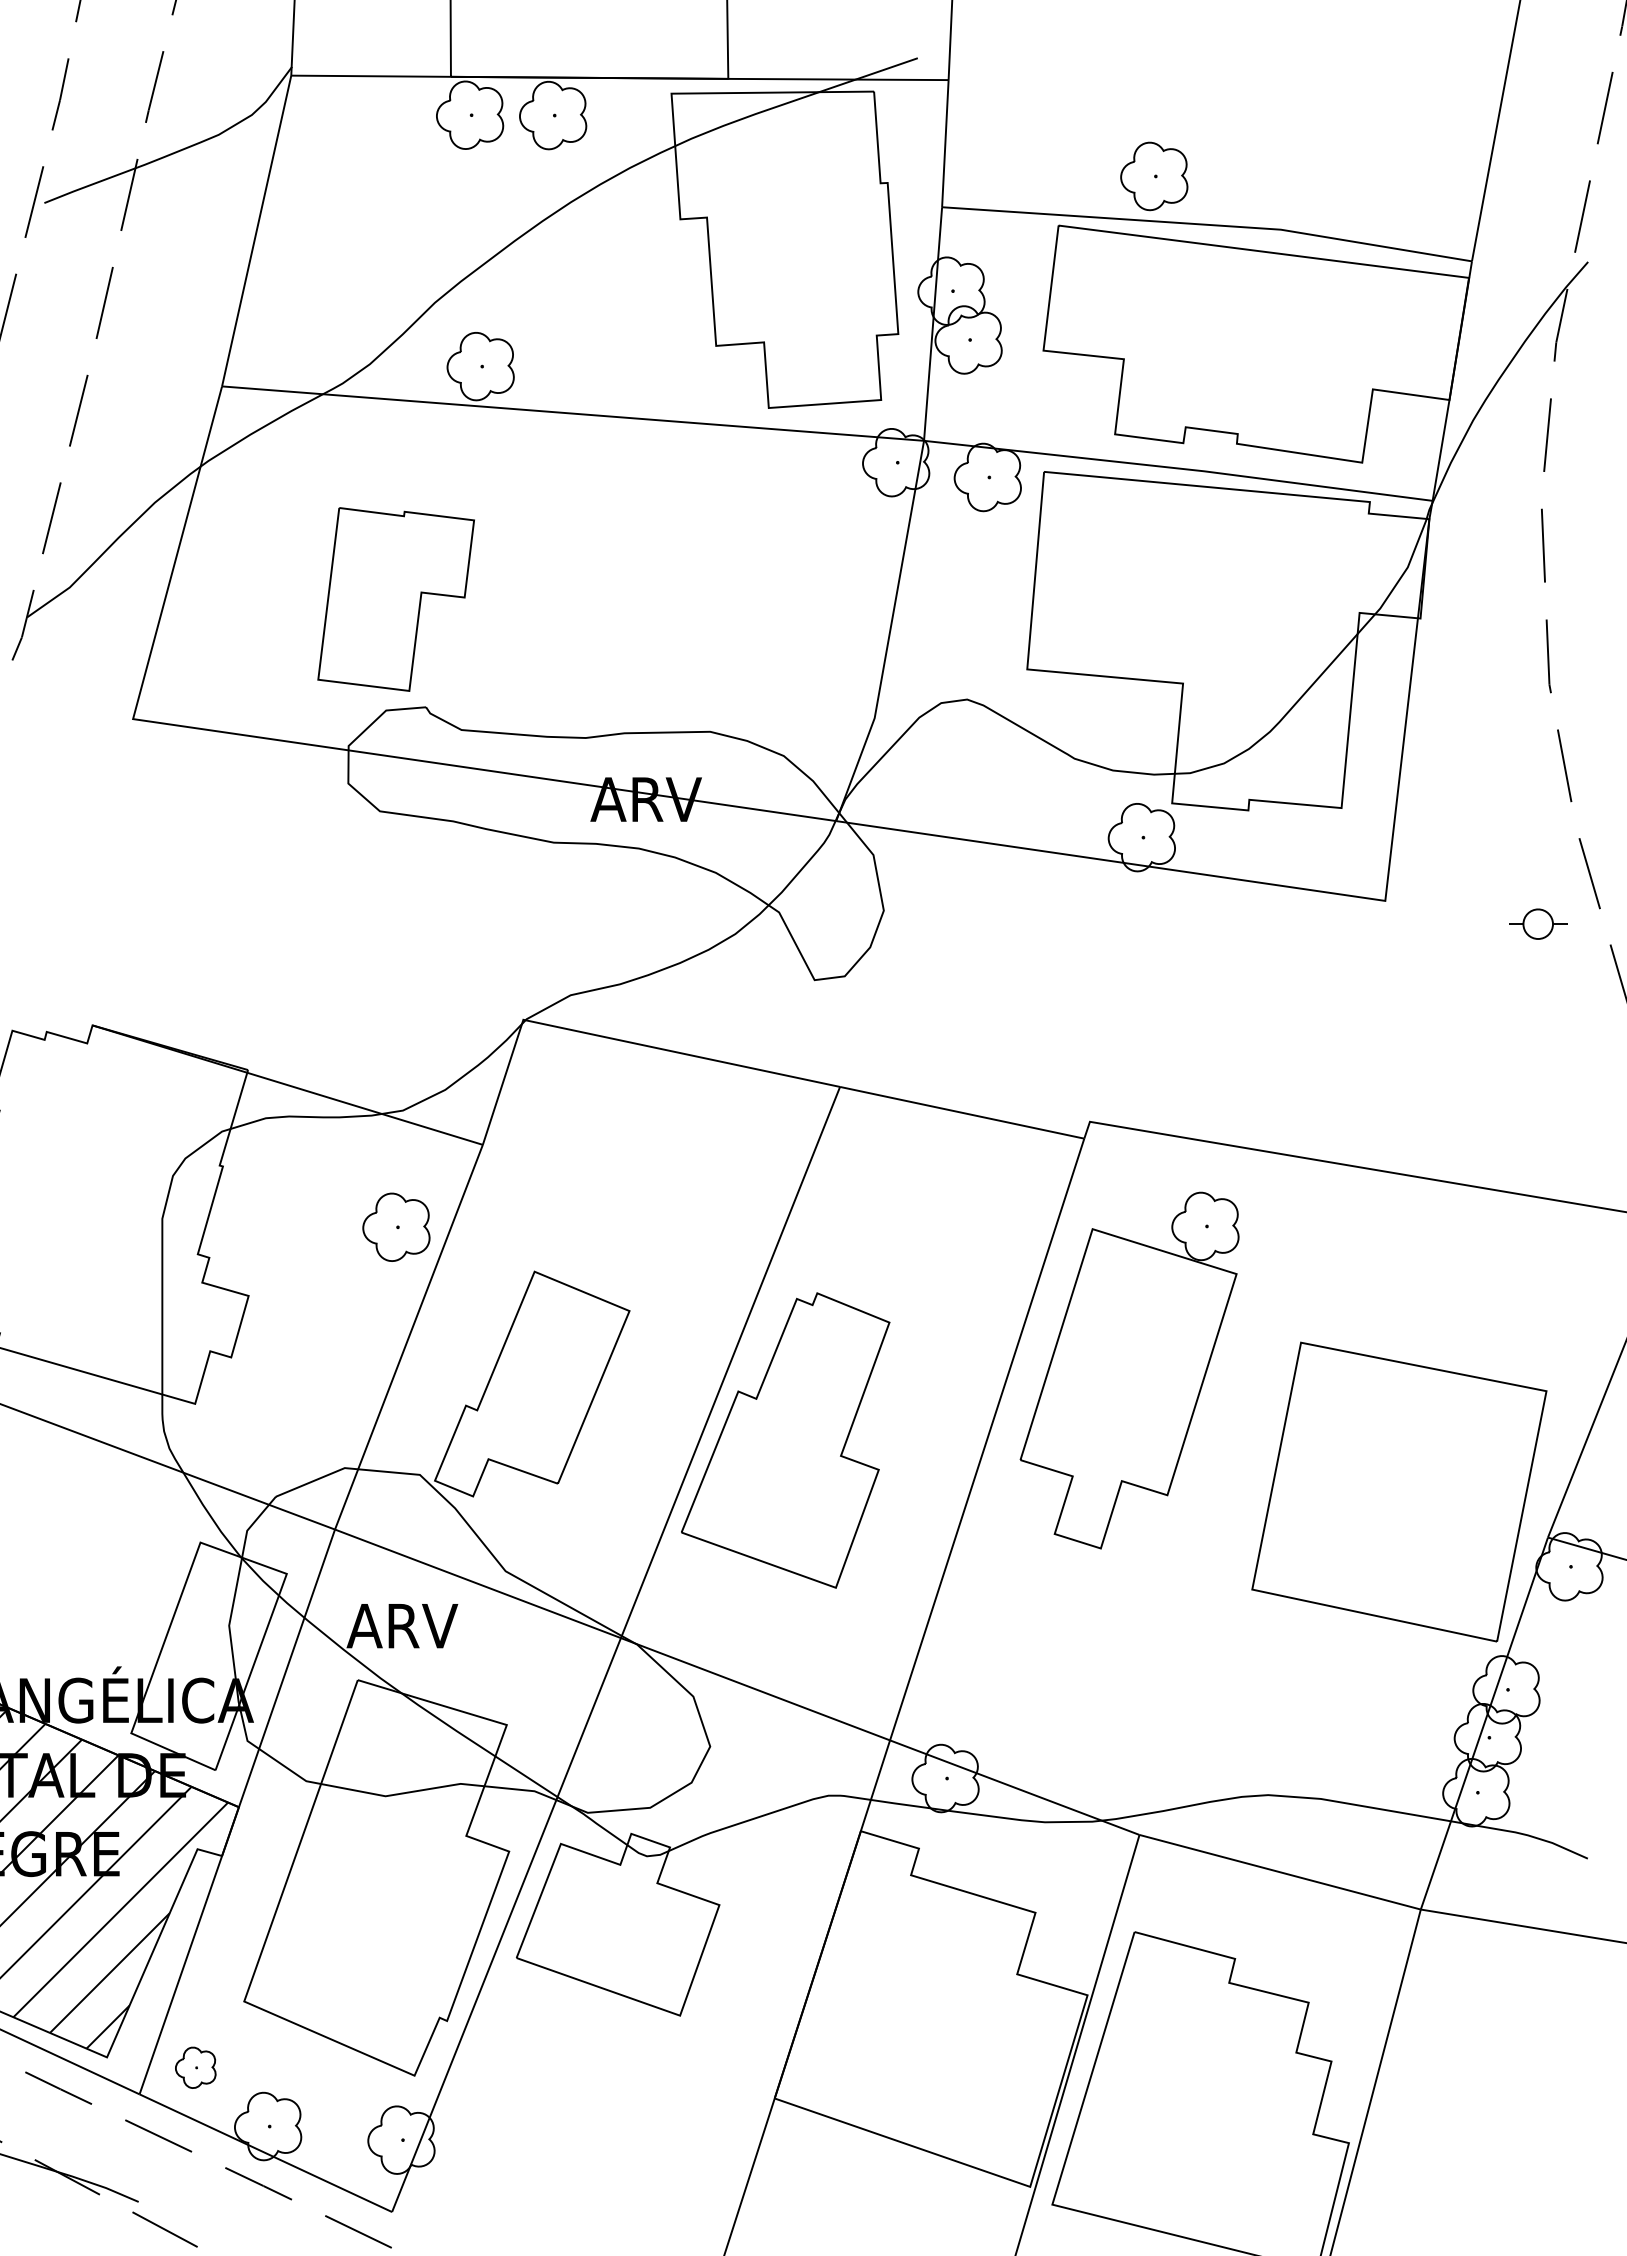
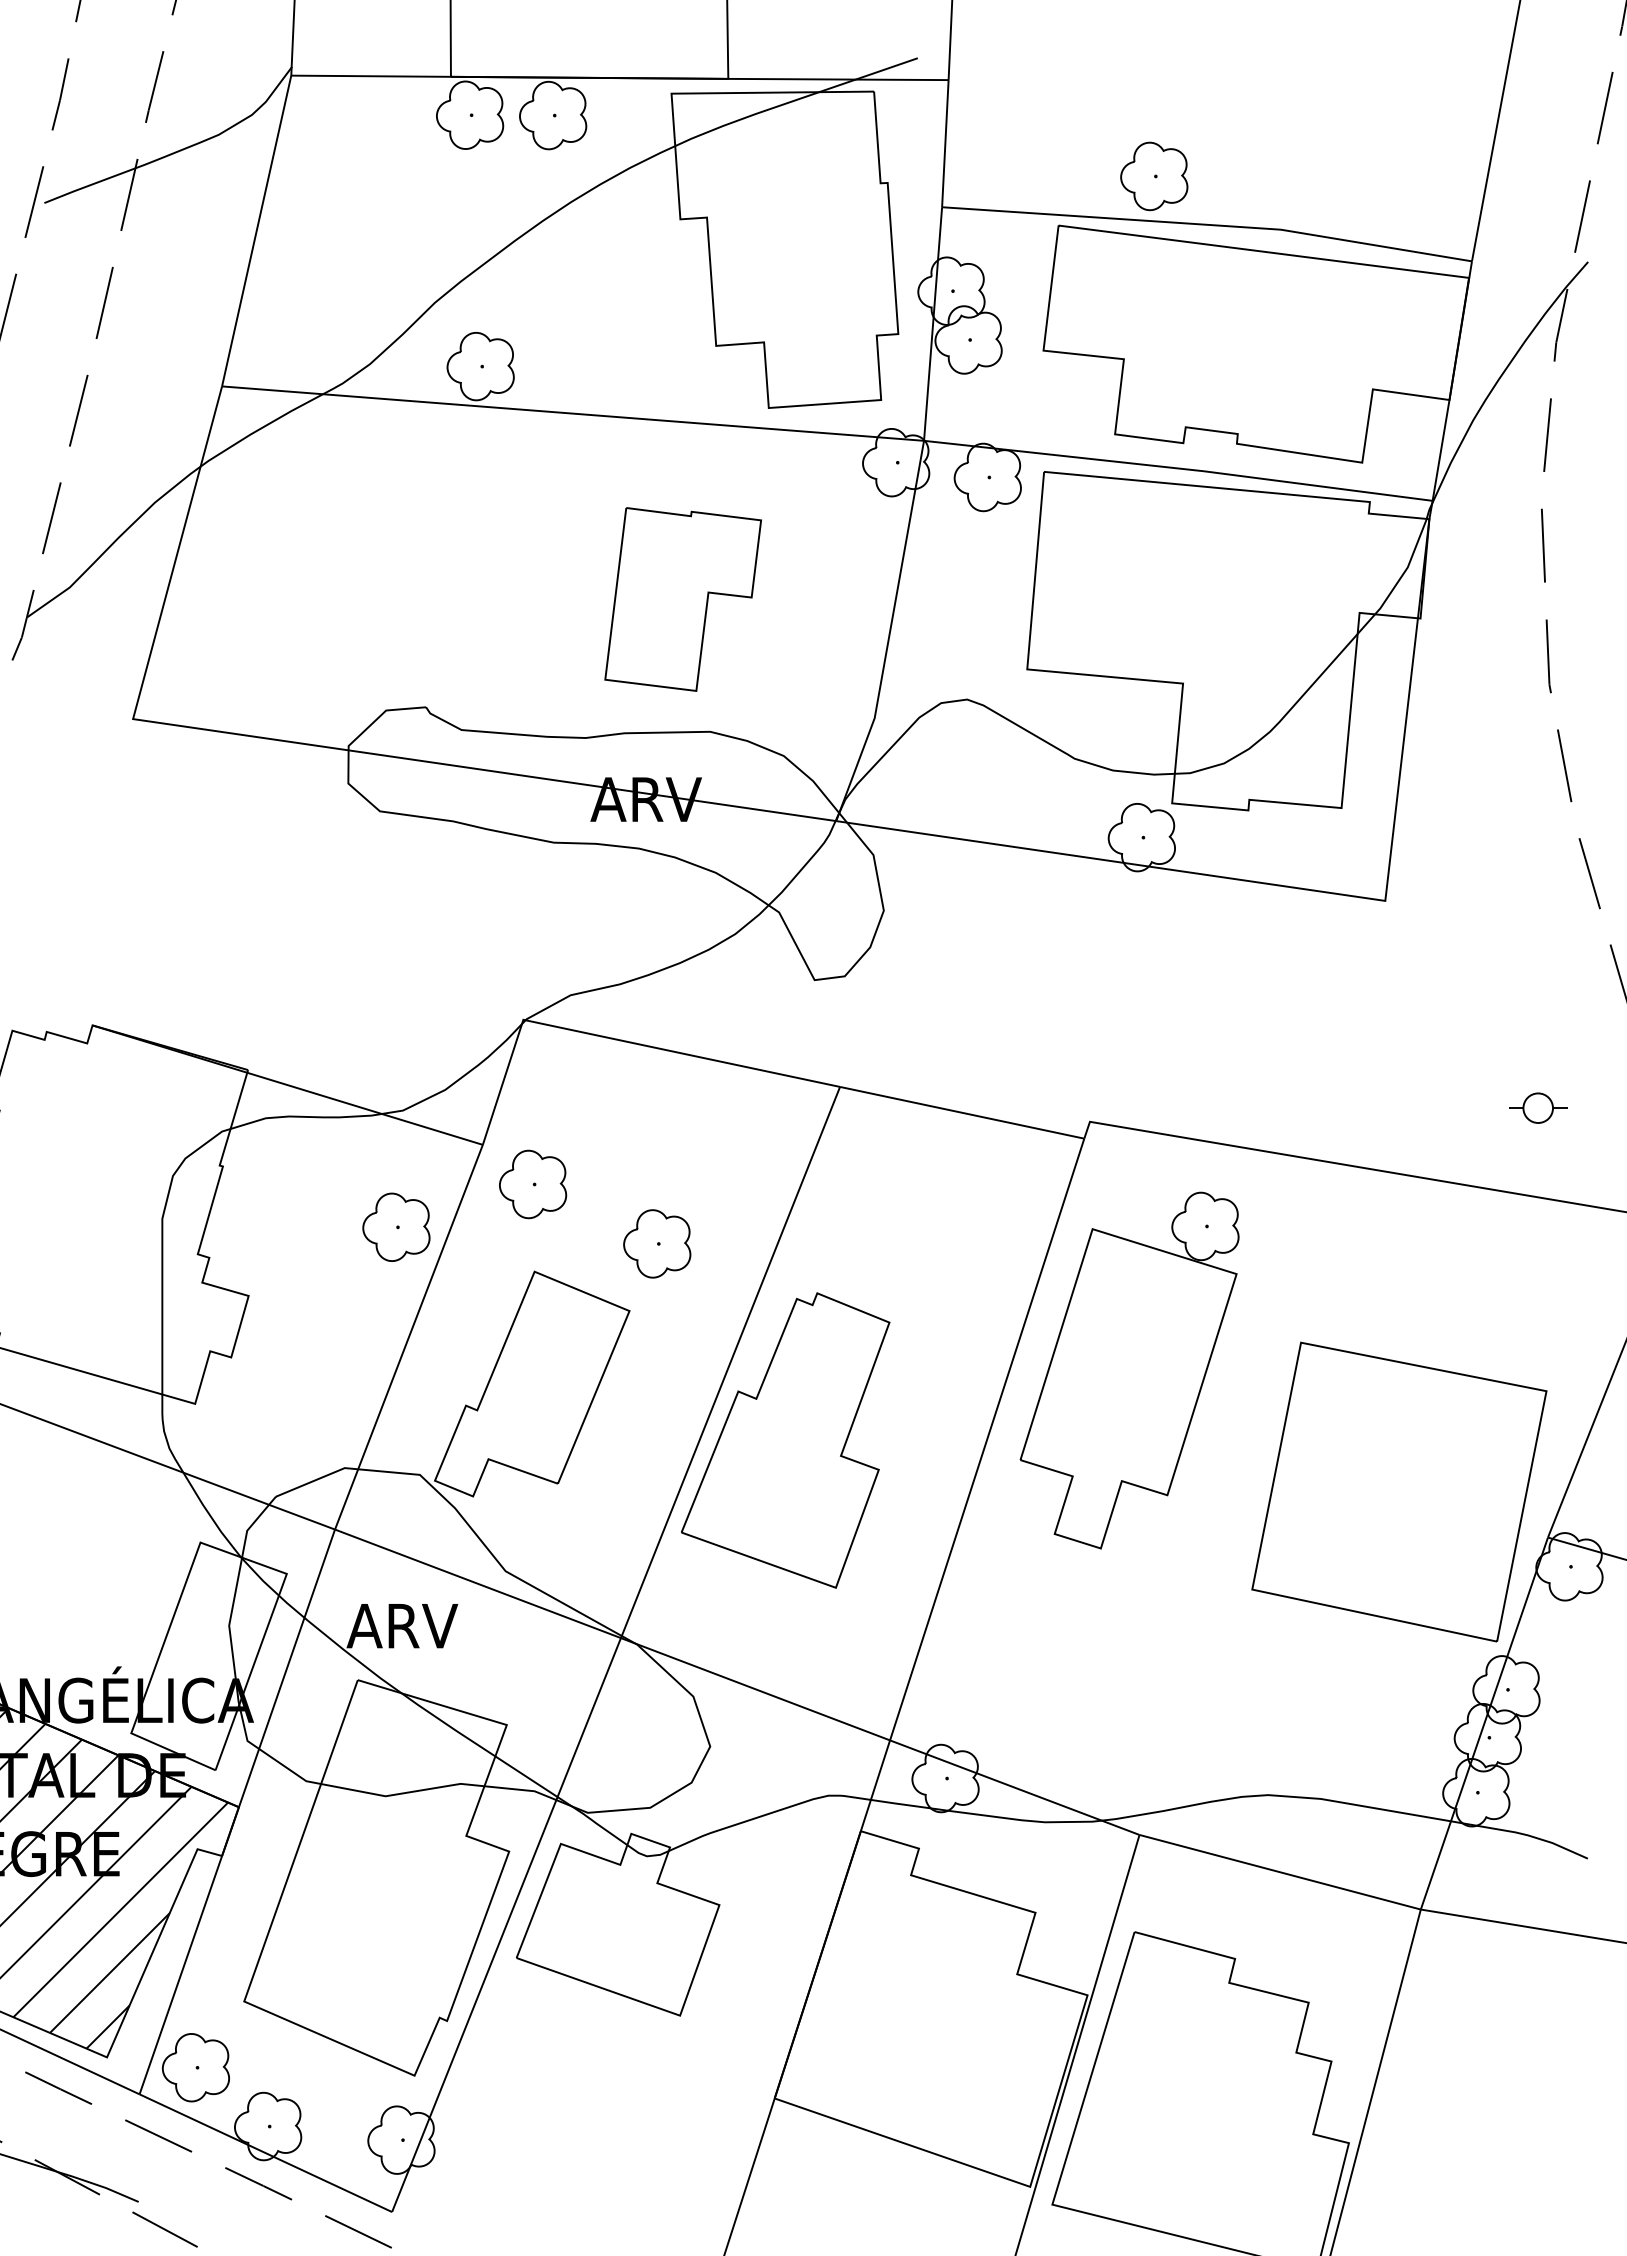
part at (395, 599) position: (395, 599) -> (682, 599)
part at (1538, 923) position: (1538, 923) -> (1538, 1107)
part at (533, 1184): none -> present
part at (657, 1243): none -> present
part at (195, 2067) size: 42x43 px -> 69x70 px
